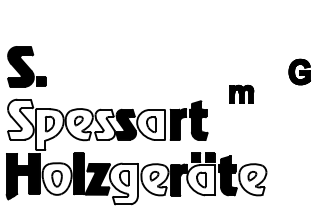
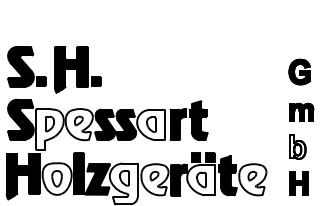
part at (77, 69): none -> present
part at (241, 93) position: (241, 93) -> (301, 111)
fill at (20, 119): none -> present
fill at (105, 124): none -> present
part at (297, 146): none -> present
part at (298, 183): none -> present
